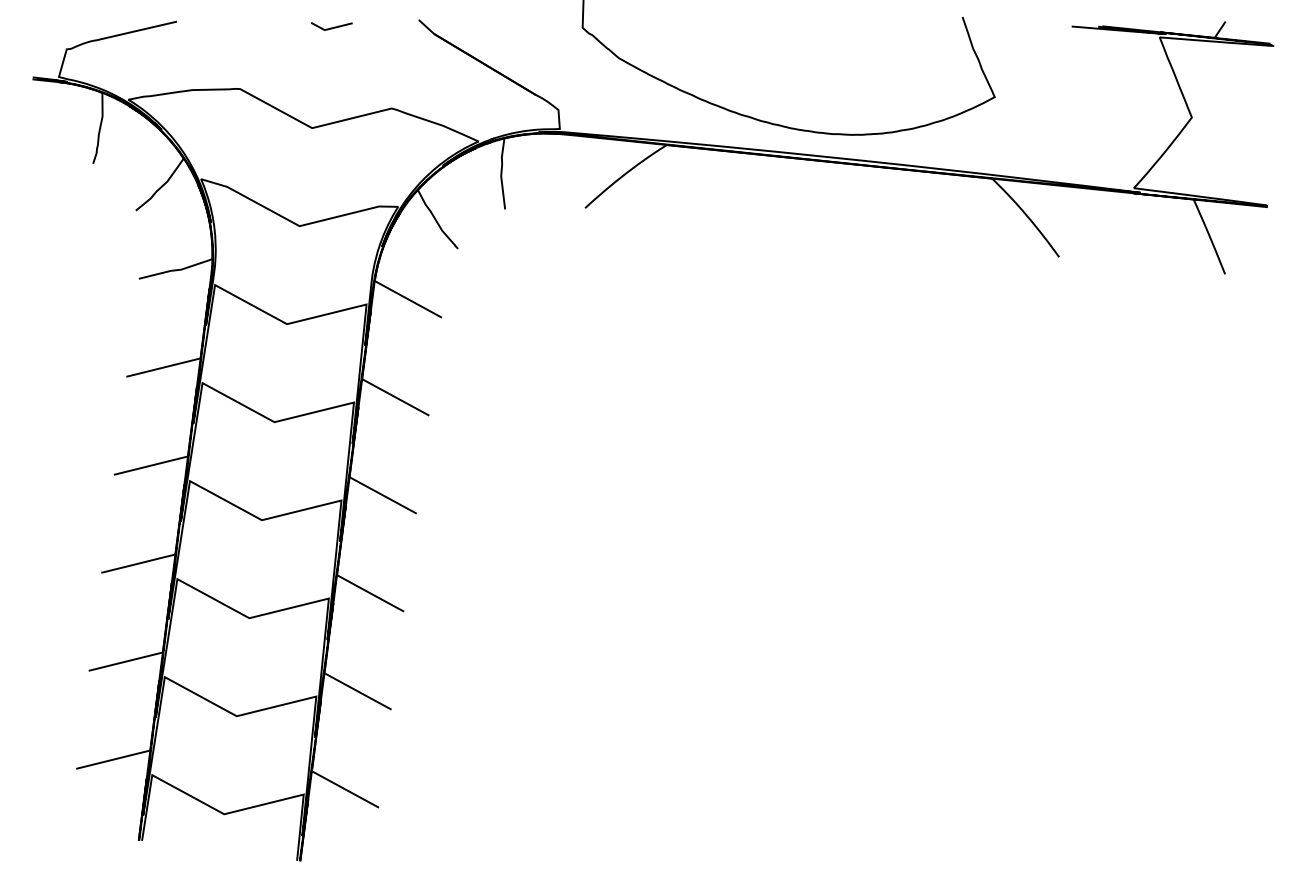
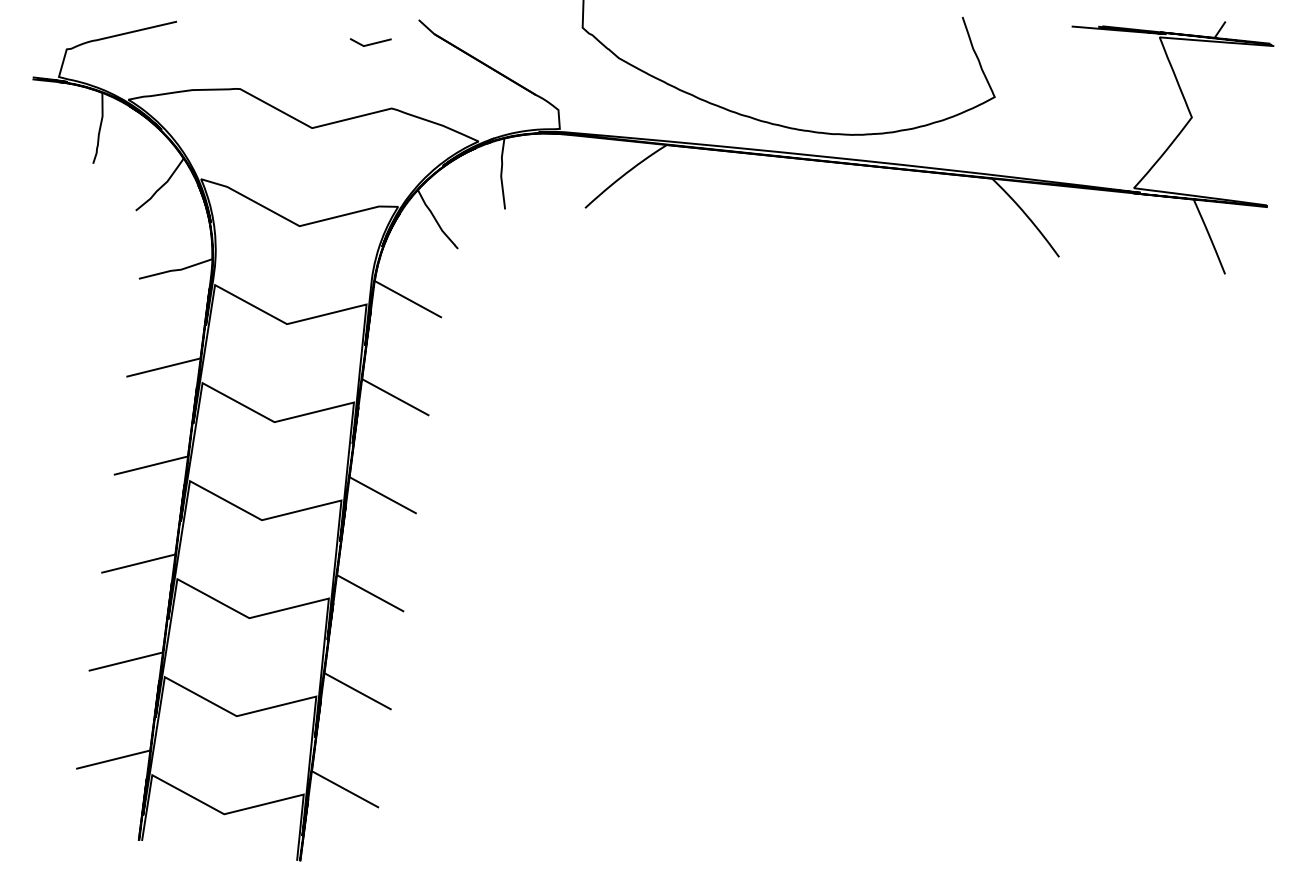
line at (331, 27) position: (331, 27) -> (370, 43)
